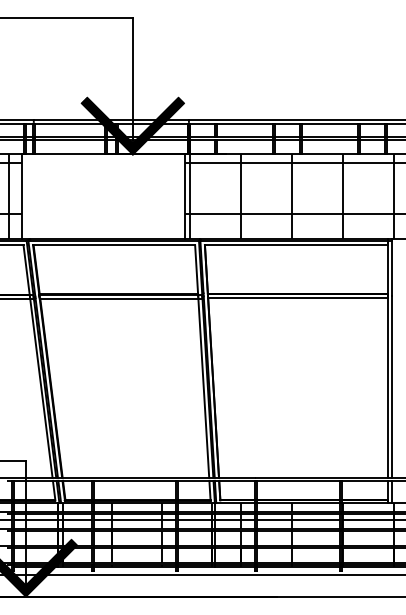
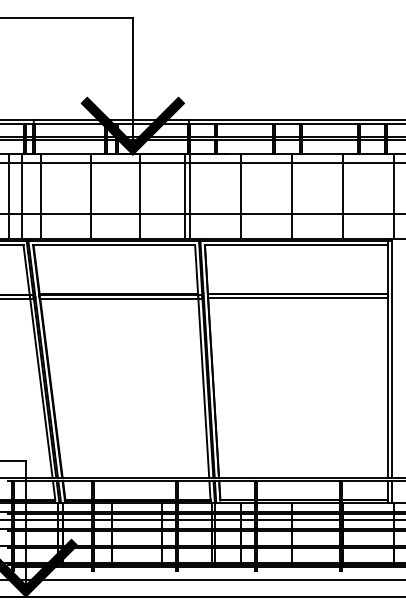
hatch at (103, 196): none -> present
line at (202, 574) position: (202, 574) -> (202, 579)
